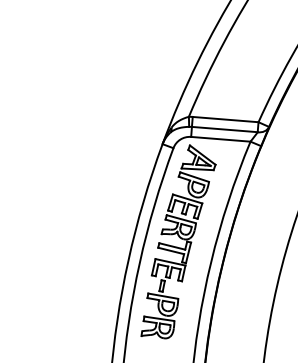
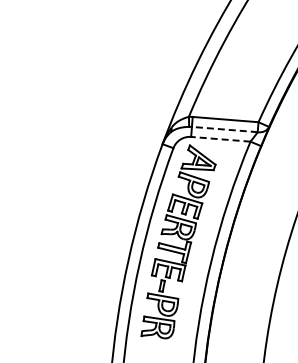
line at (224, 129): solid -> dashed
line at (220, 139): solid -> dashed
